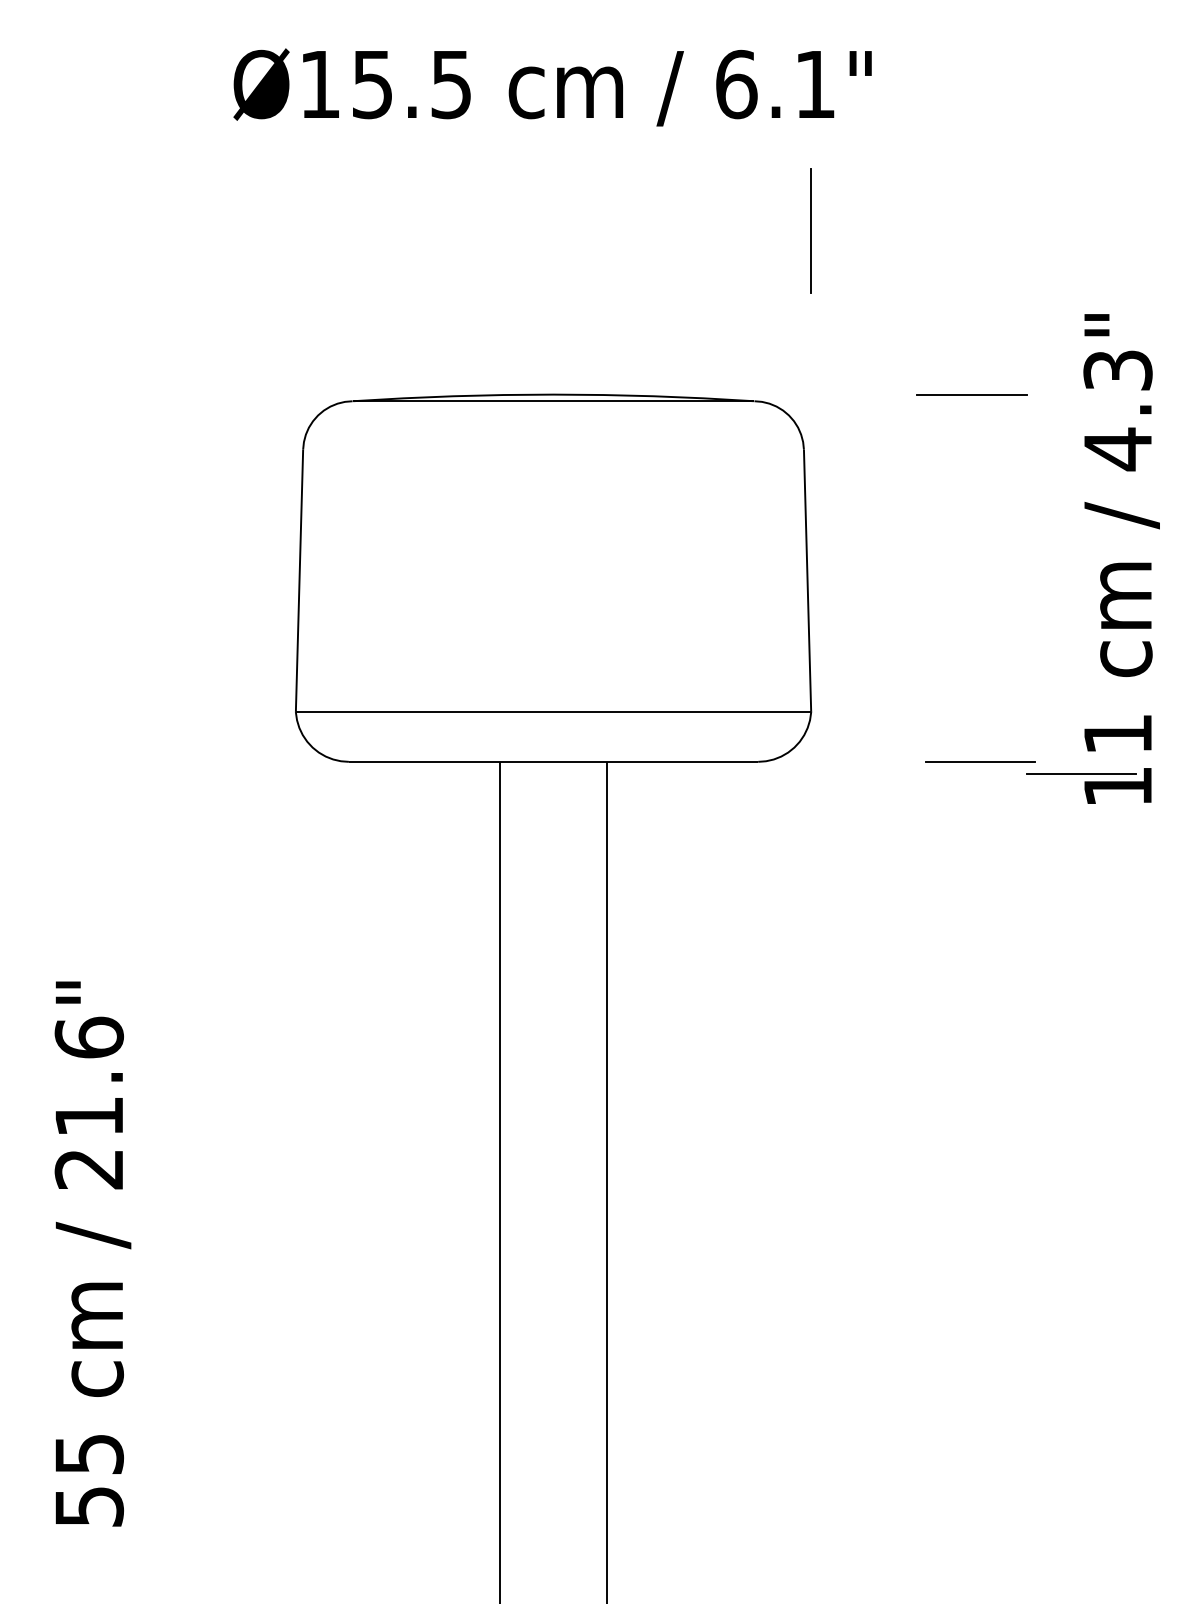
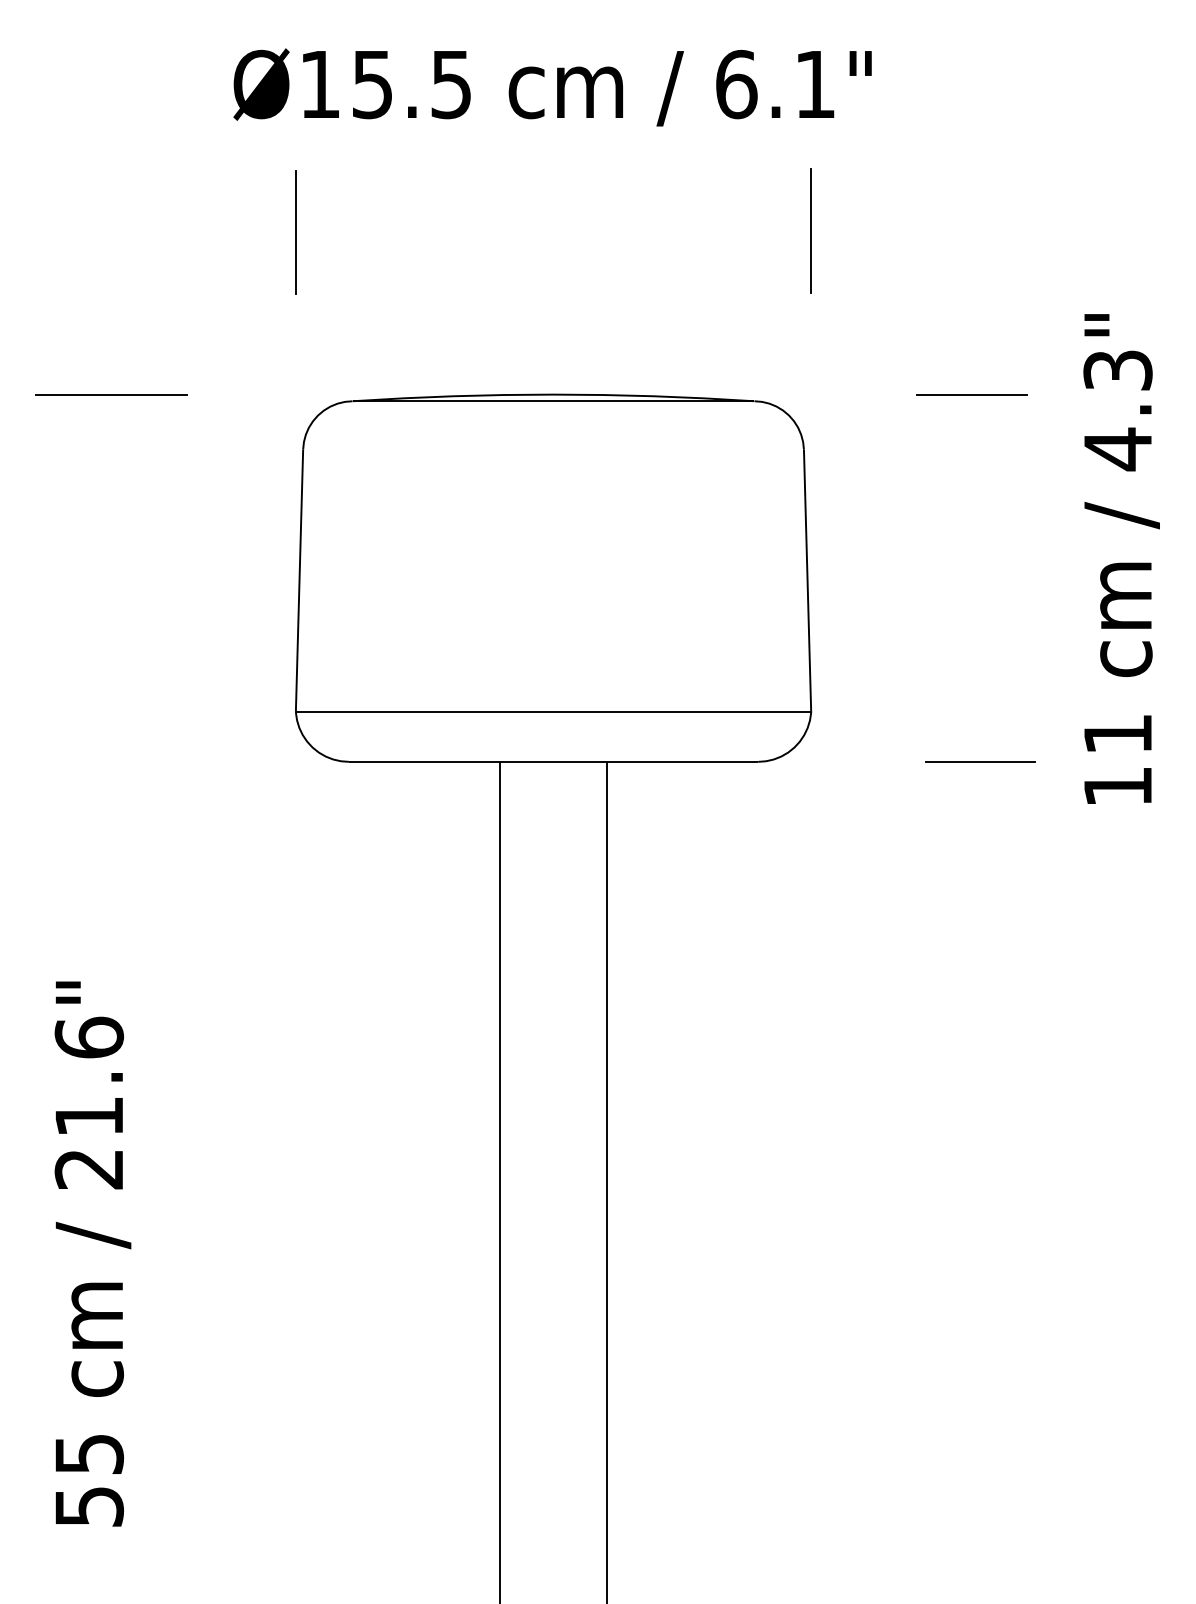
line at (295, 232): none -> present
line at (110, 394): none -> present
line at (1081, 773): present -> none
